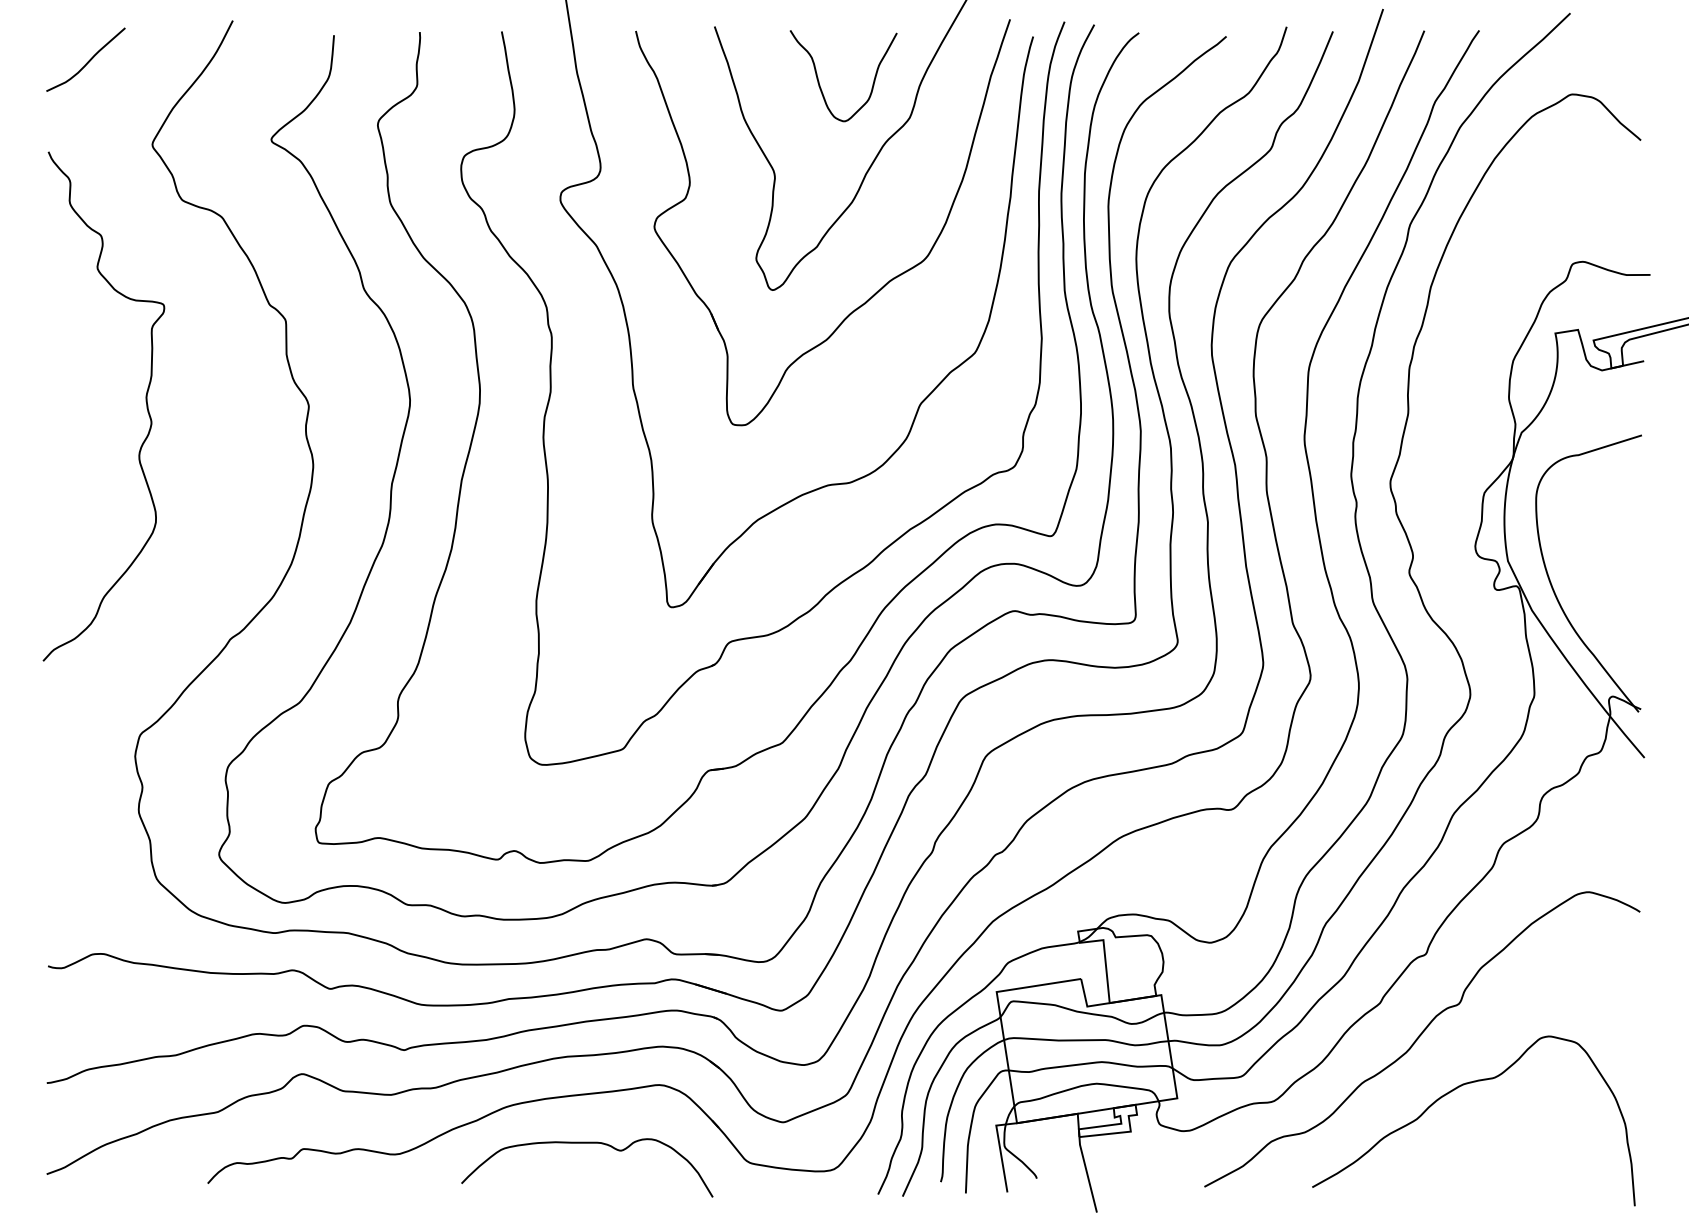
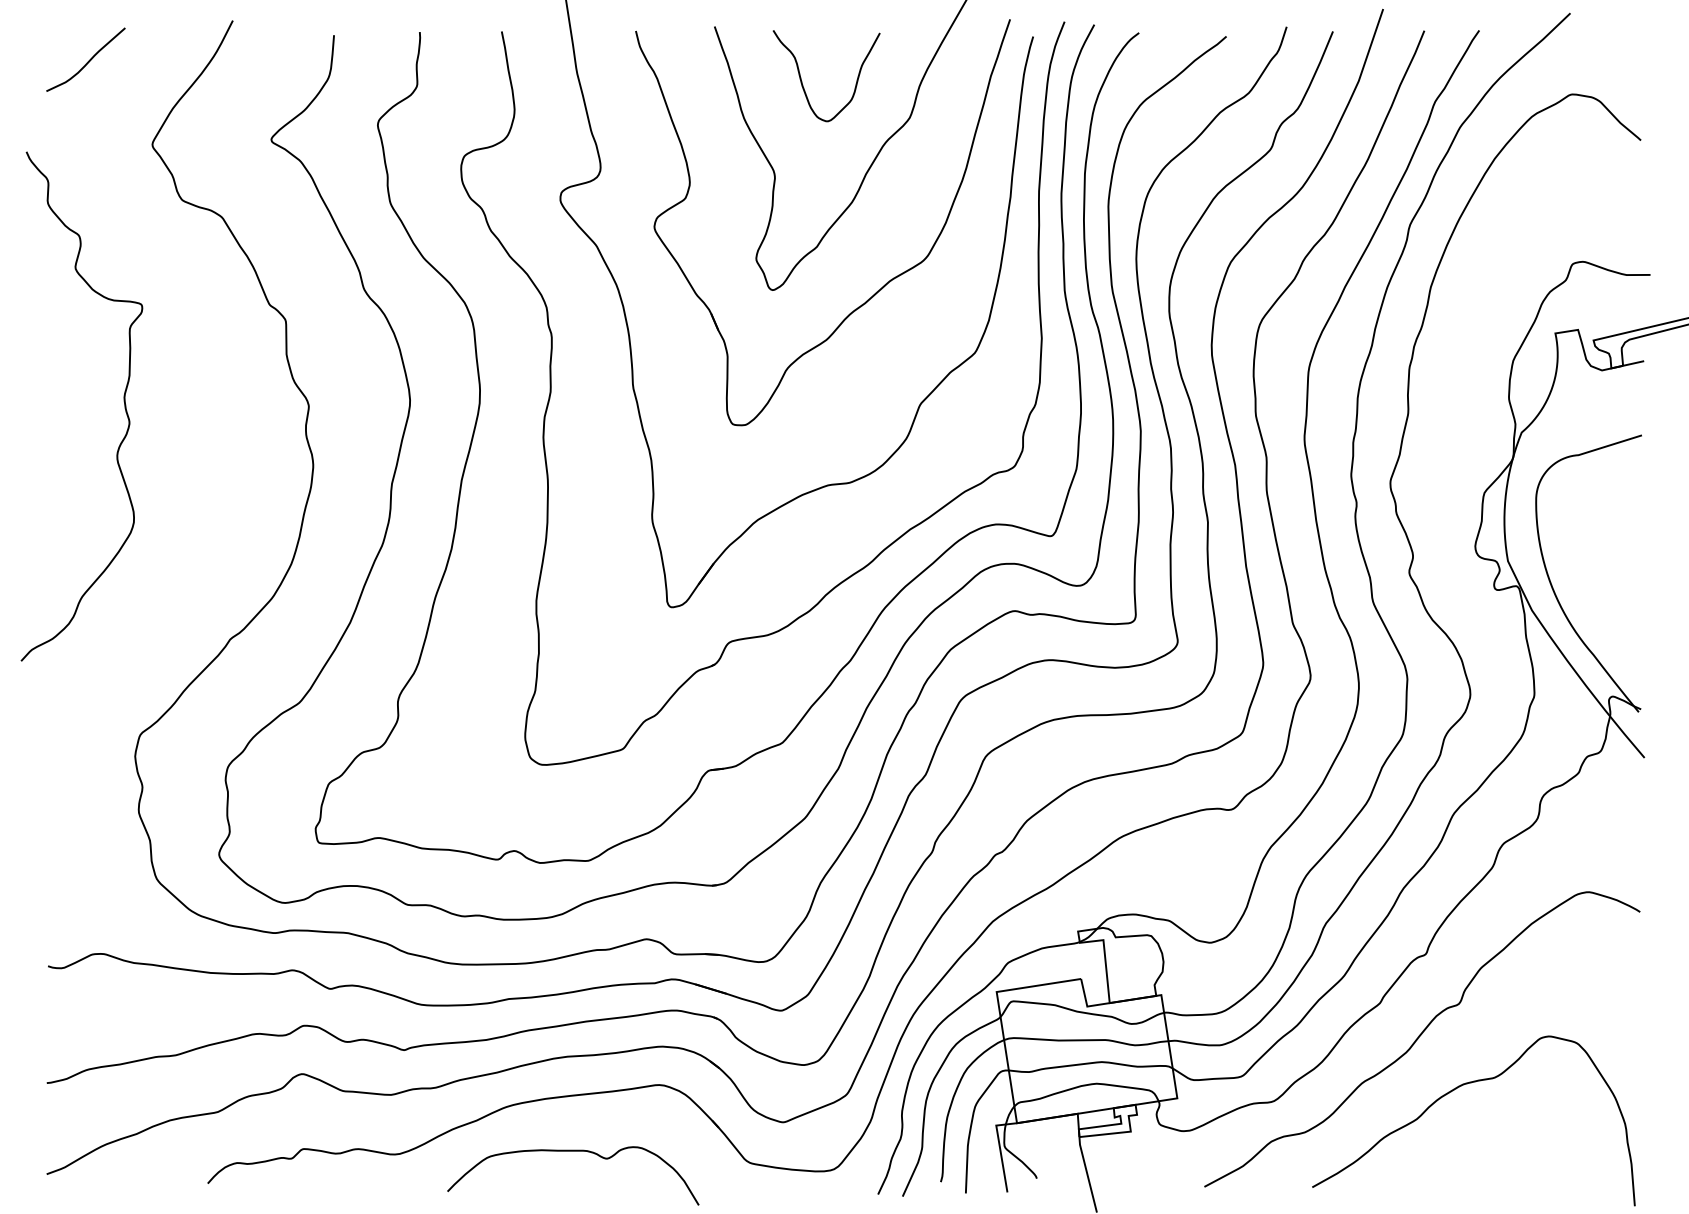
curve at (819, 81) position: (819, 81) -> (802, 81)
curve at (145, 401) position: (145, 401) -> (123, 401)
curve at (587, 1143) position: (587, 1143) -> (573, 1151)
